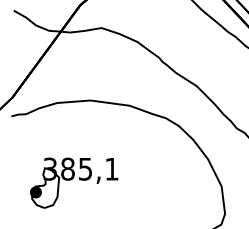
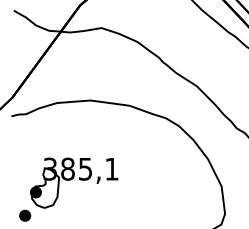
part at (25, 215): none -> present
